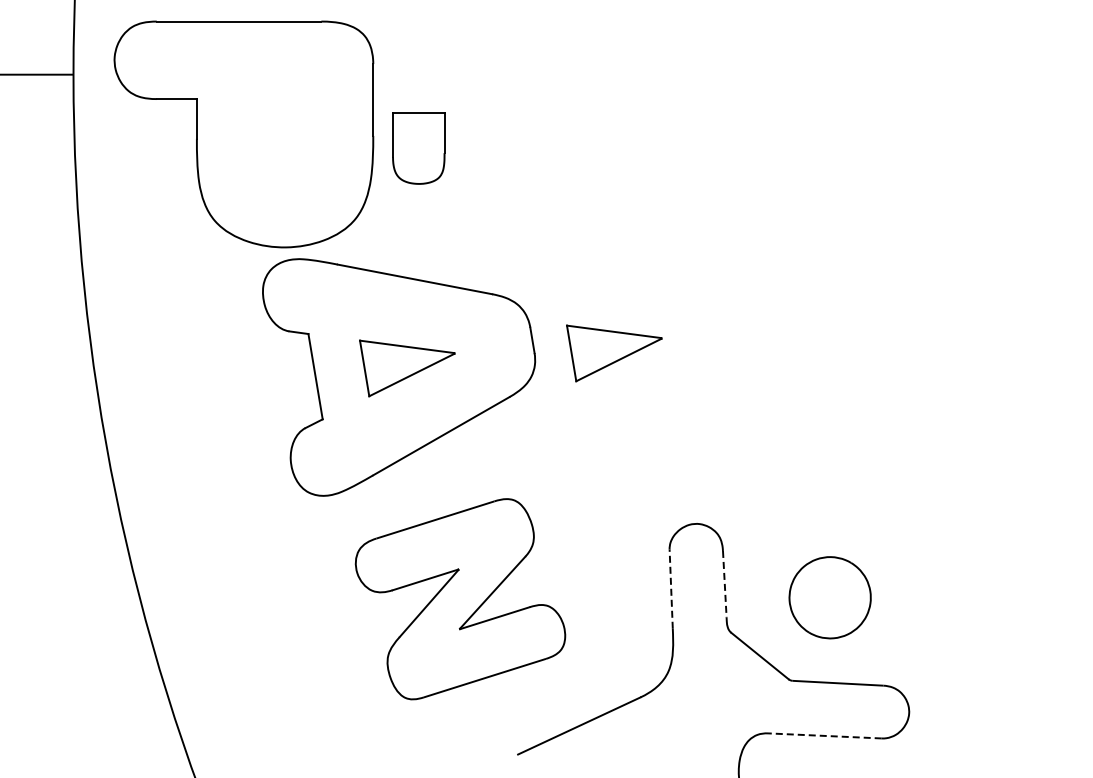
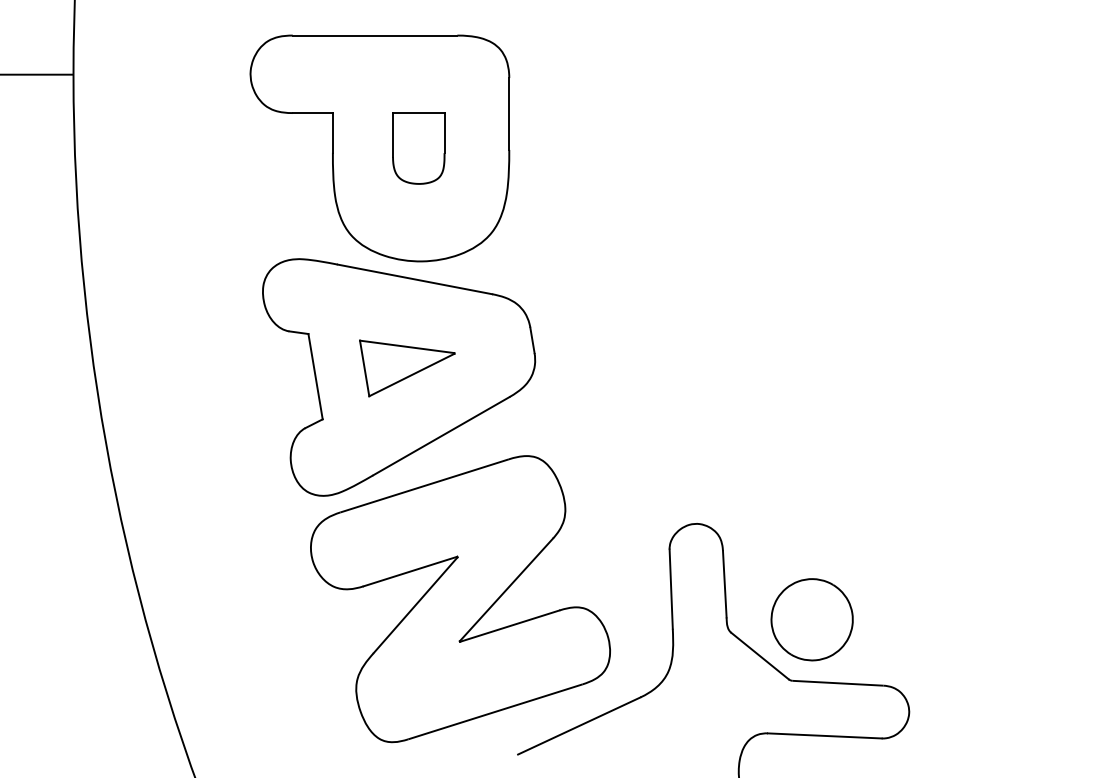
part at (243, 134) position: (243, 134) -> (379, 148)
part at (614, 353): present -> none
line at (724, 584): dashed -> solid
line at (671, 589): dashed -> solid
part at (829, 597) position: (829, 597) -> (811, 619)
part at (460, 599) size: 213x203 px -> 301x289 px
line at (824, 735): dashed -> solid
